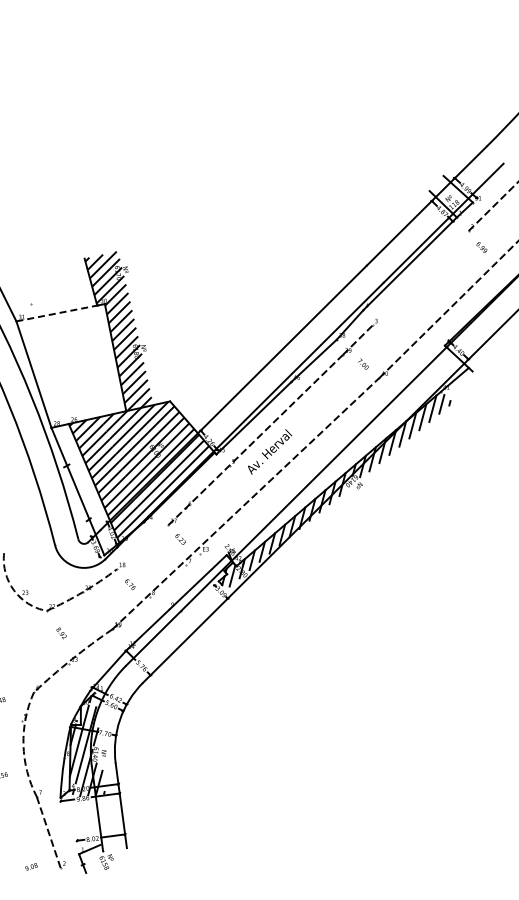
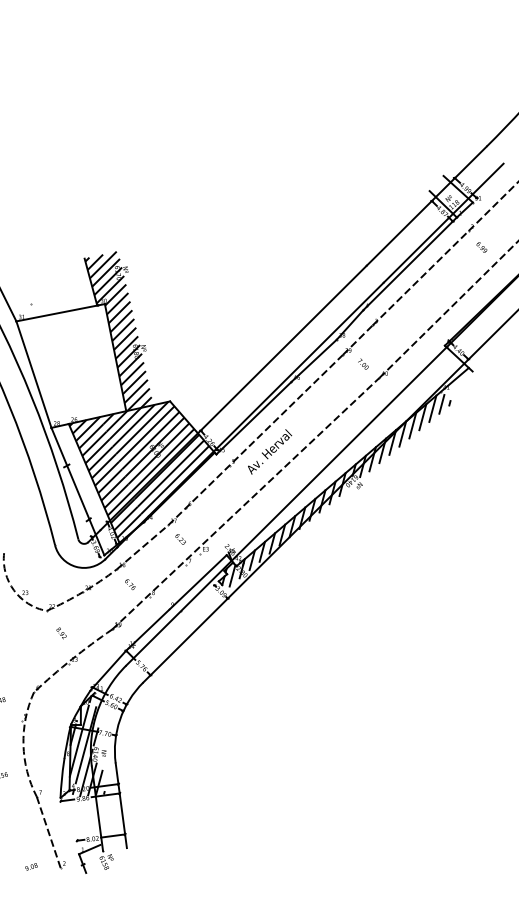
line at (420, 278): none -> present
line at (57, 313): dashed -> solid
line at (142, 547): none -> present
